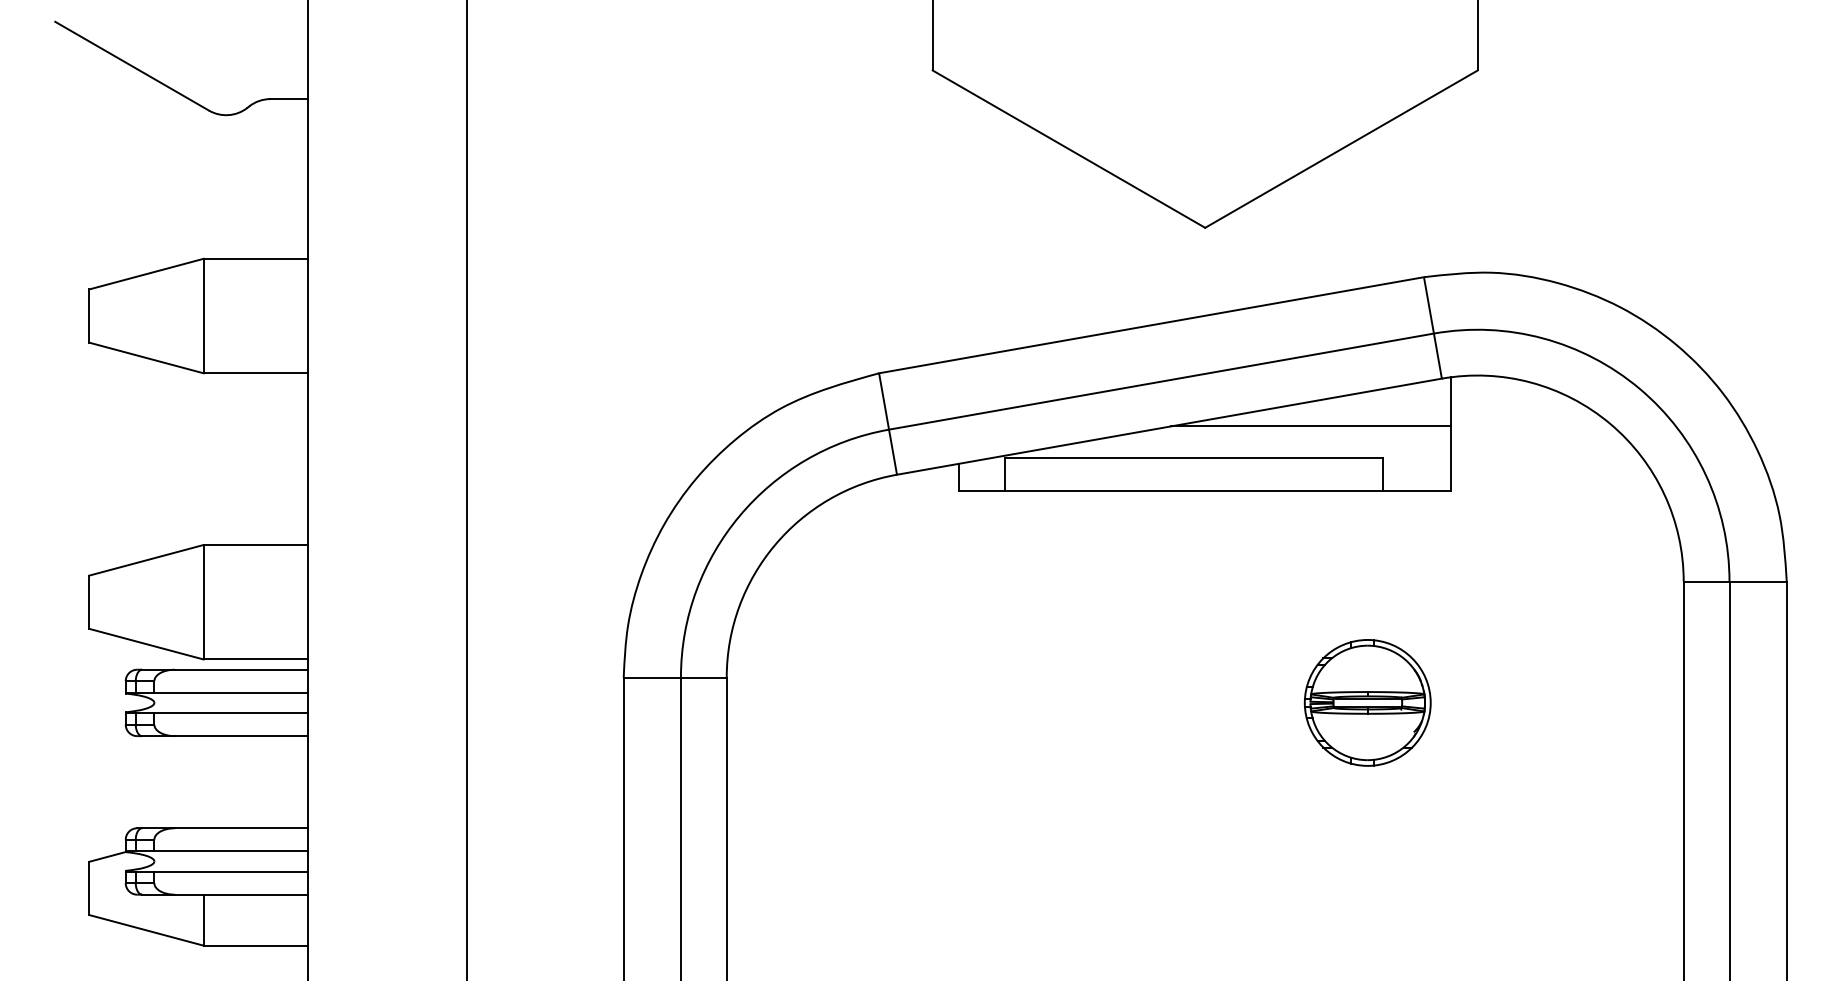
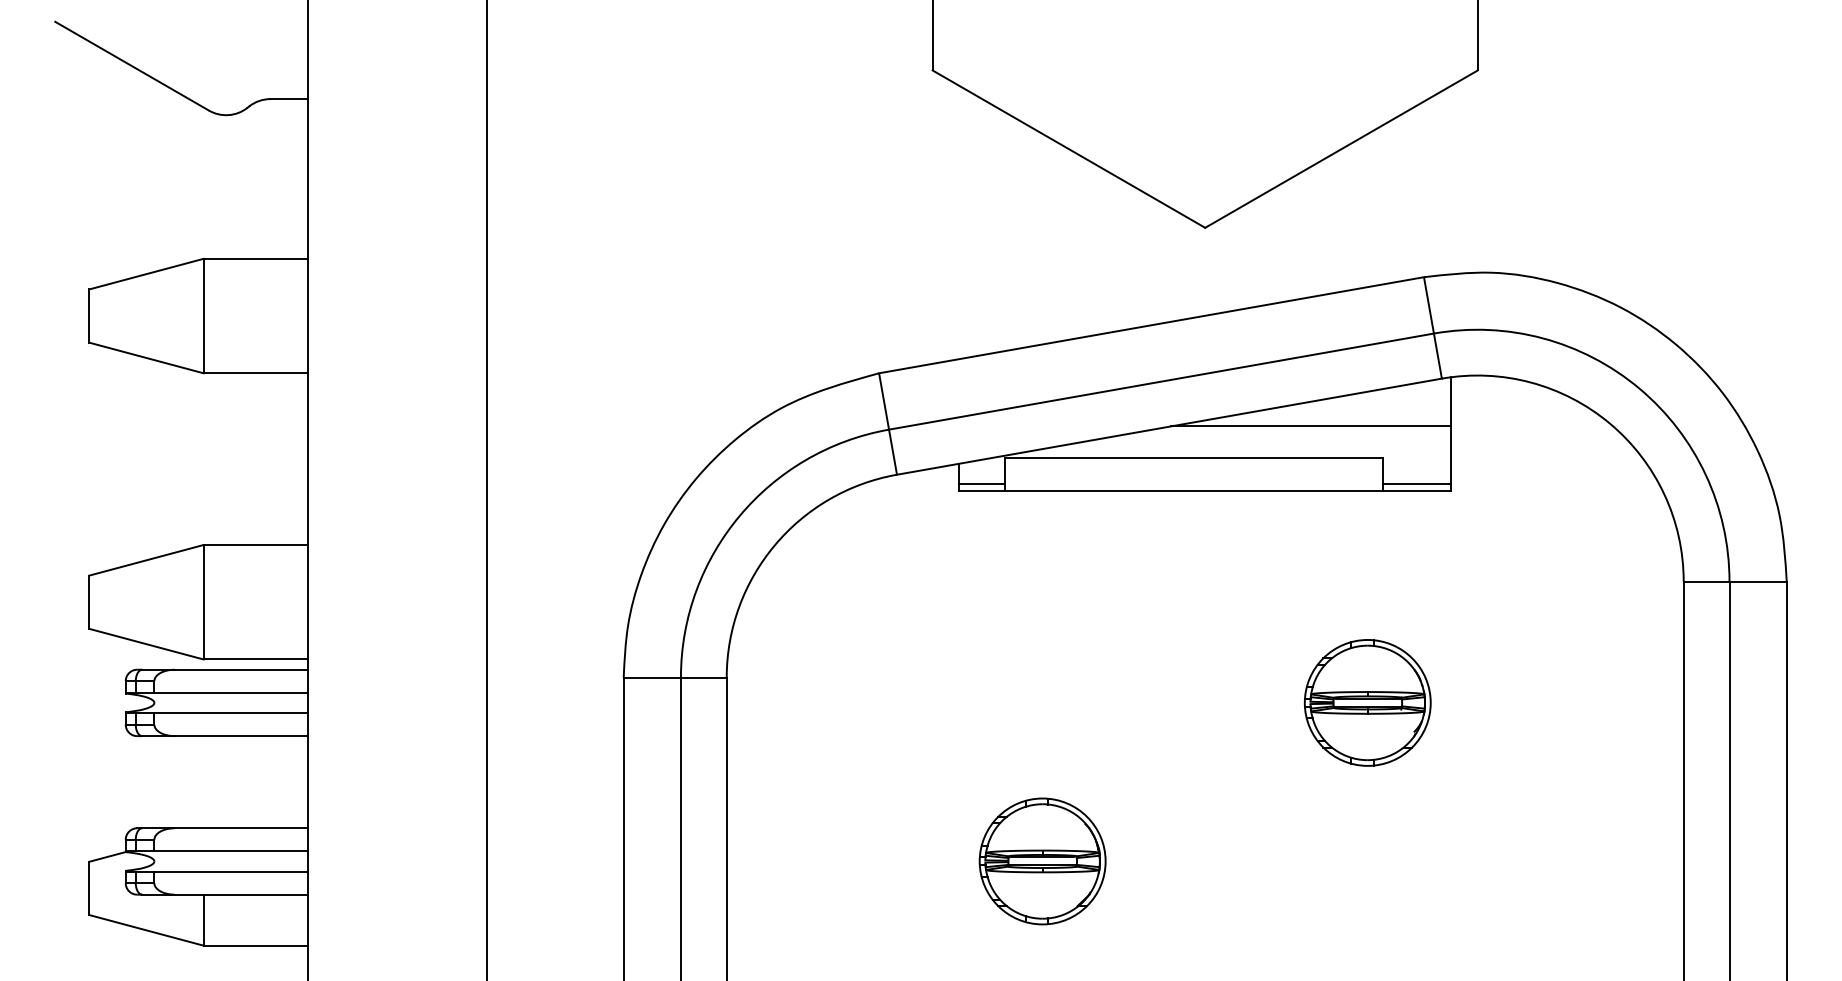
line at (981, 483): none -> present
line at (1416, 483): none -> present
line at (466, 489) position: (466, 489) -> (486, 489)
part at (1042, 861): none -> present
